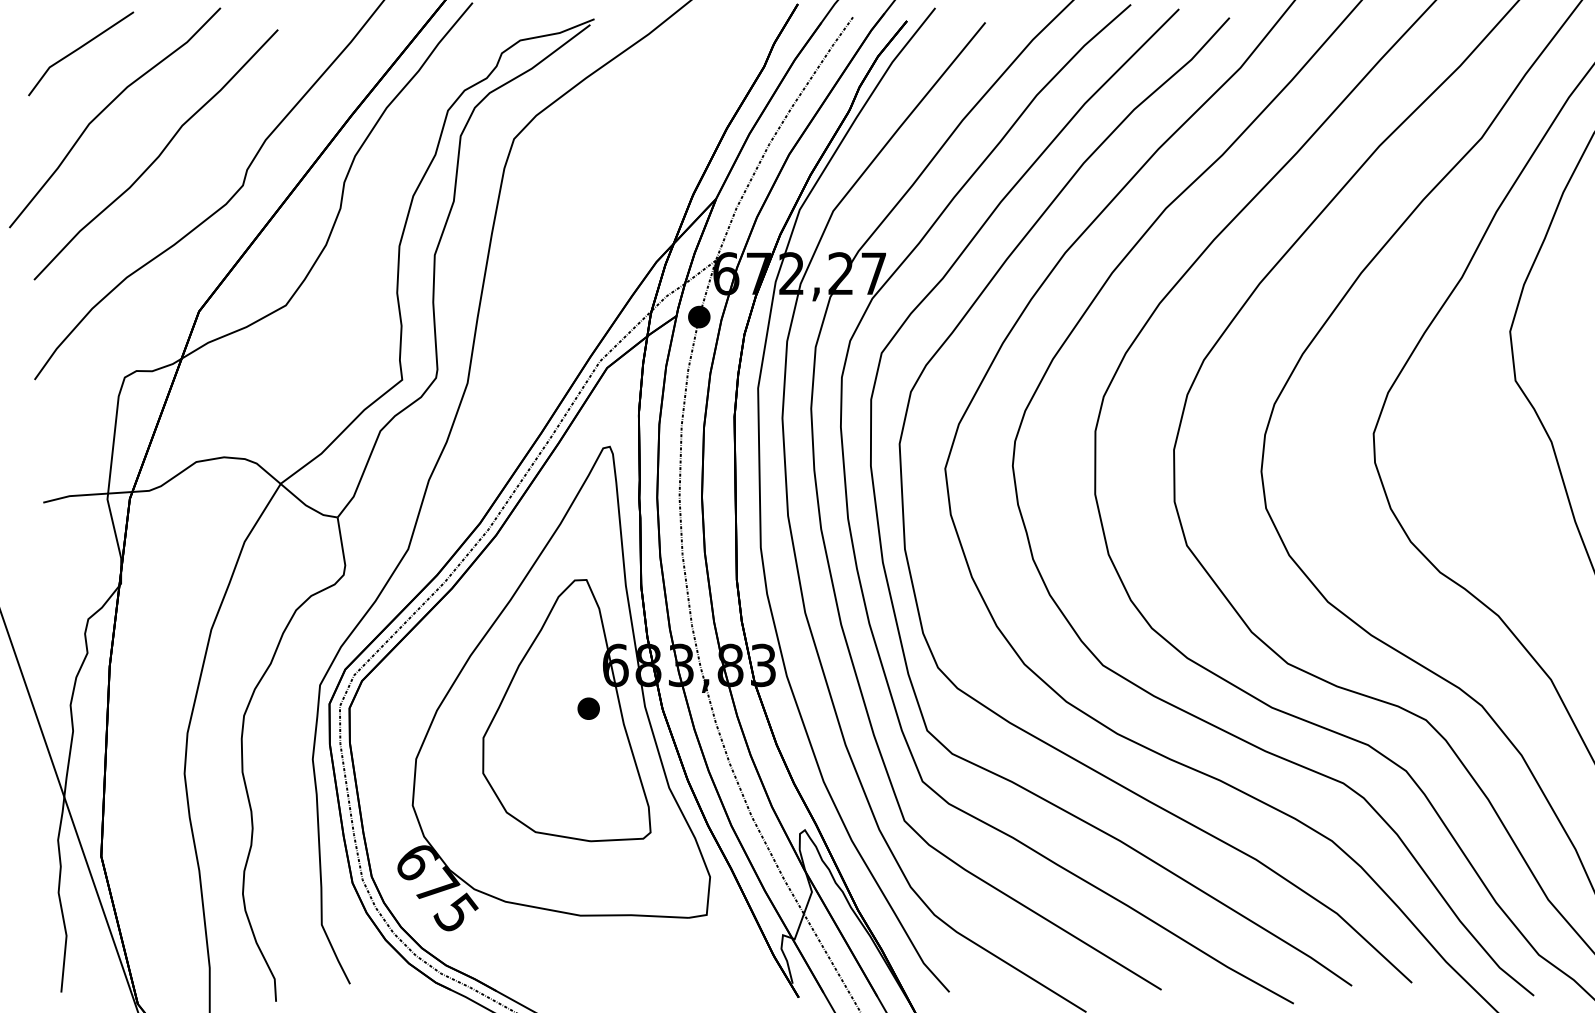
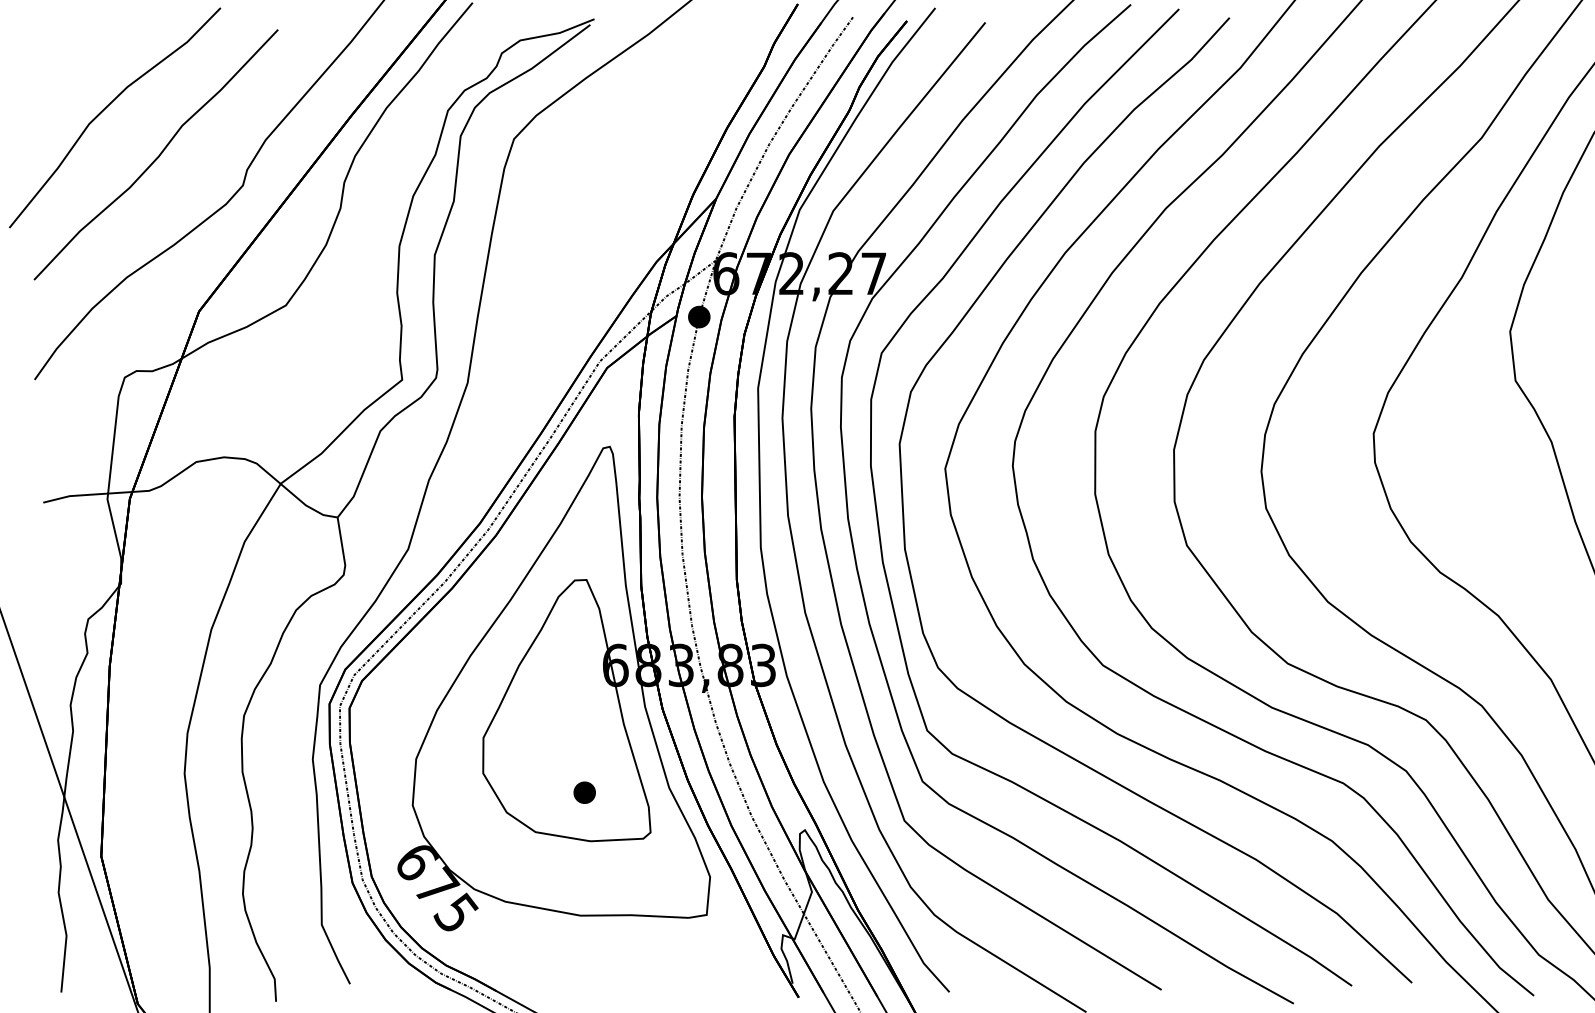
line at (79, 49): present -> none
part at (588, 708) position: (588, 708) -> (584, 792)
